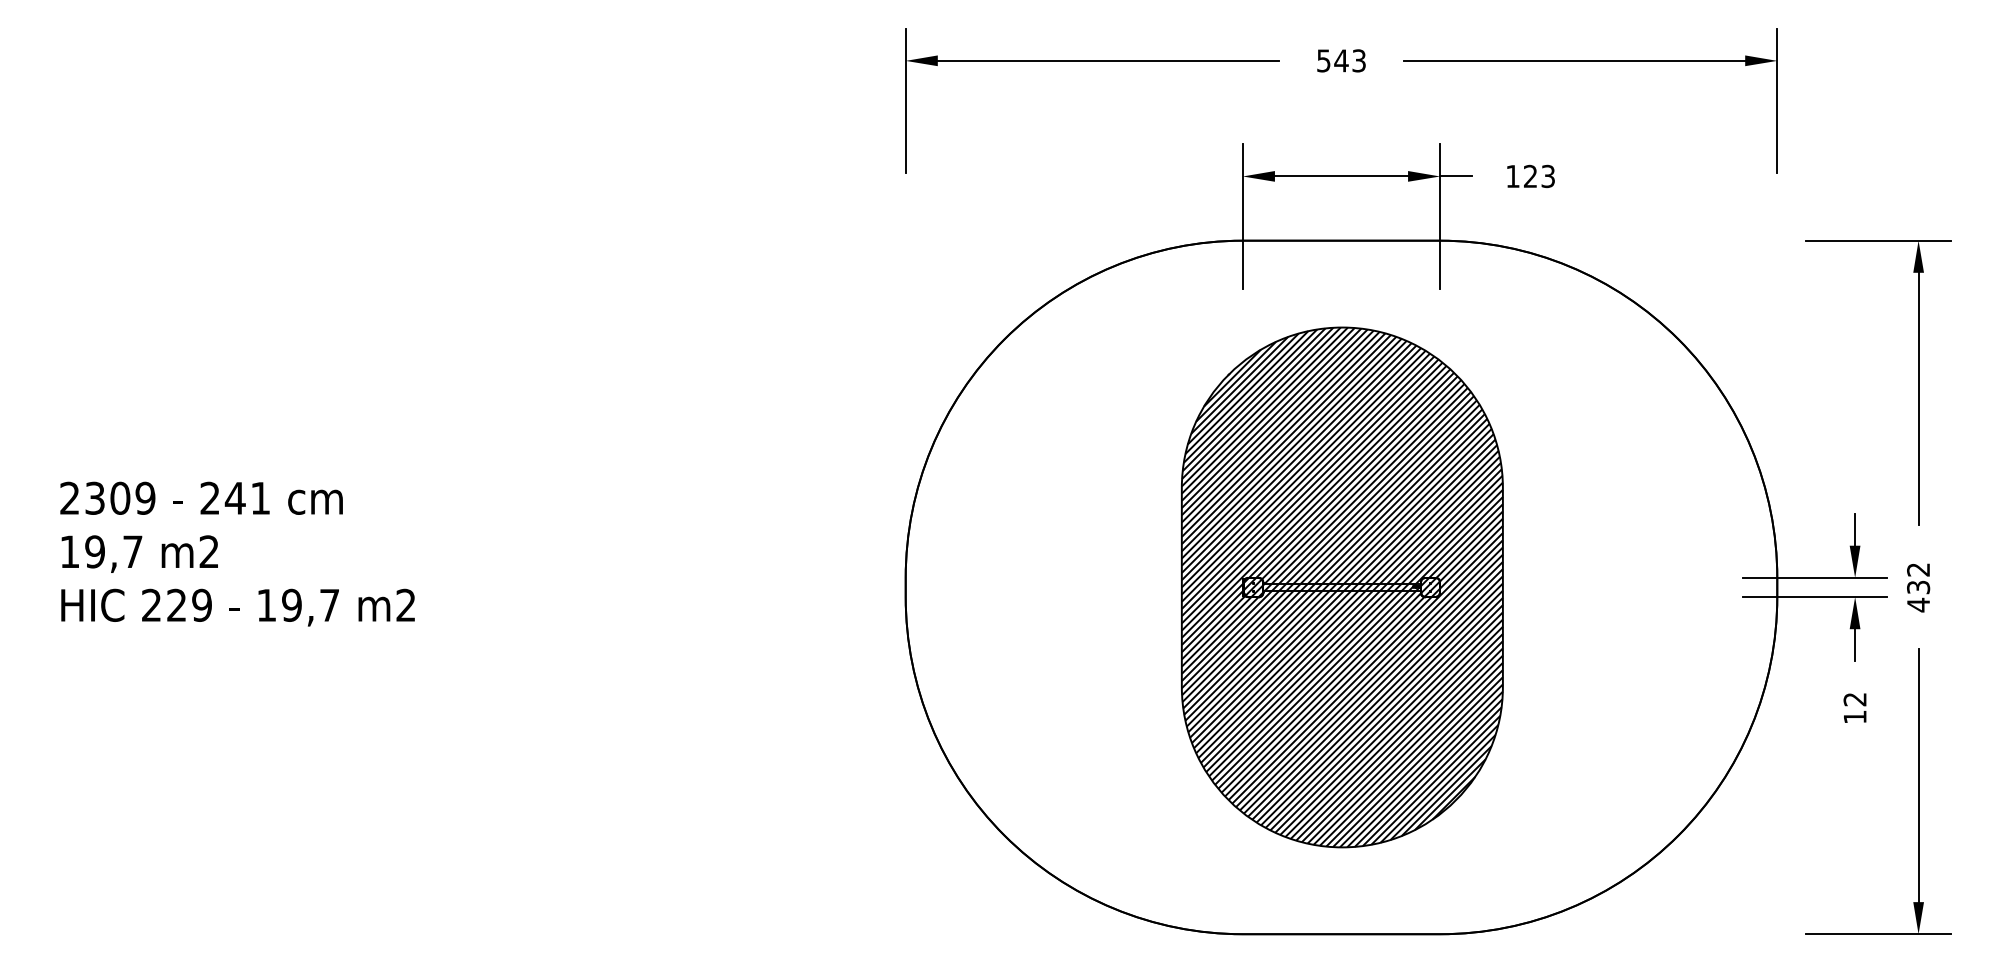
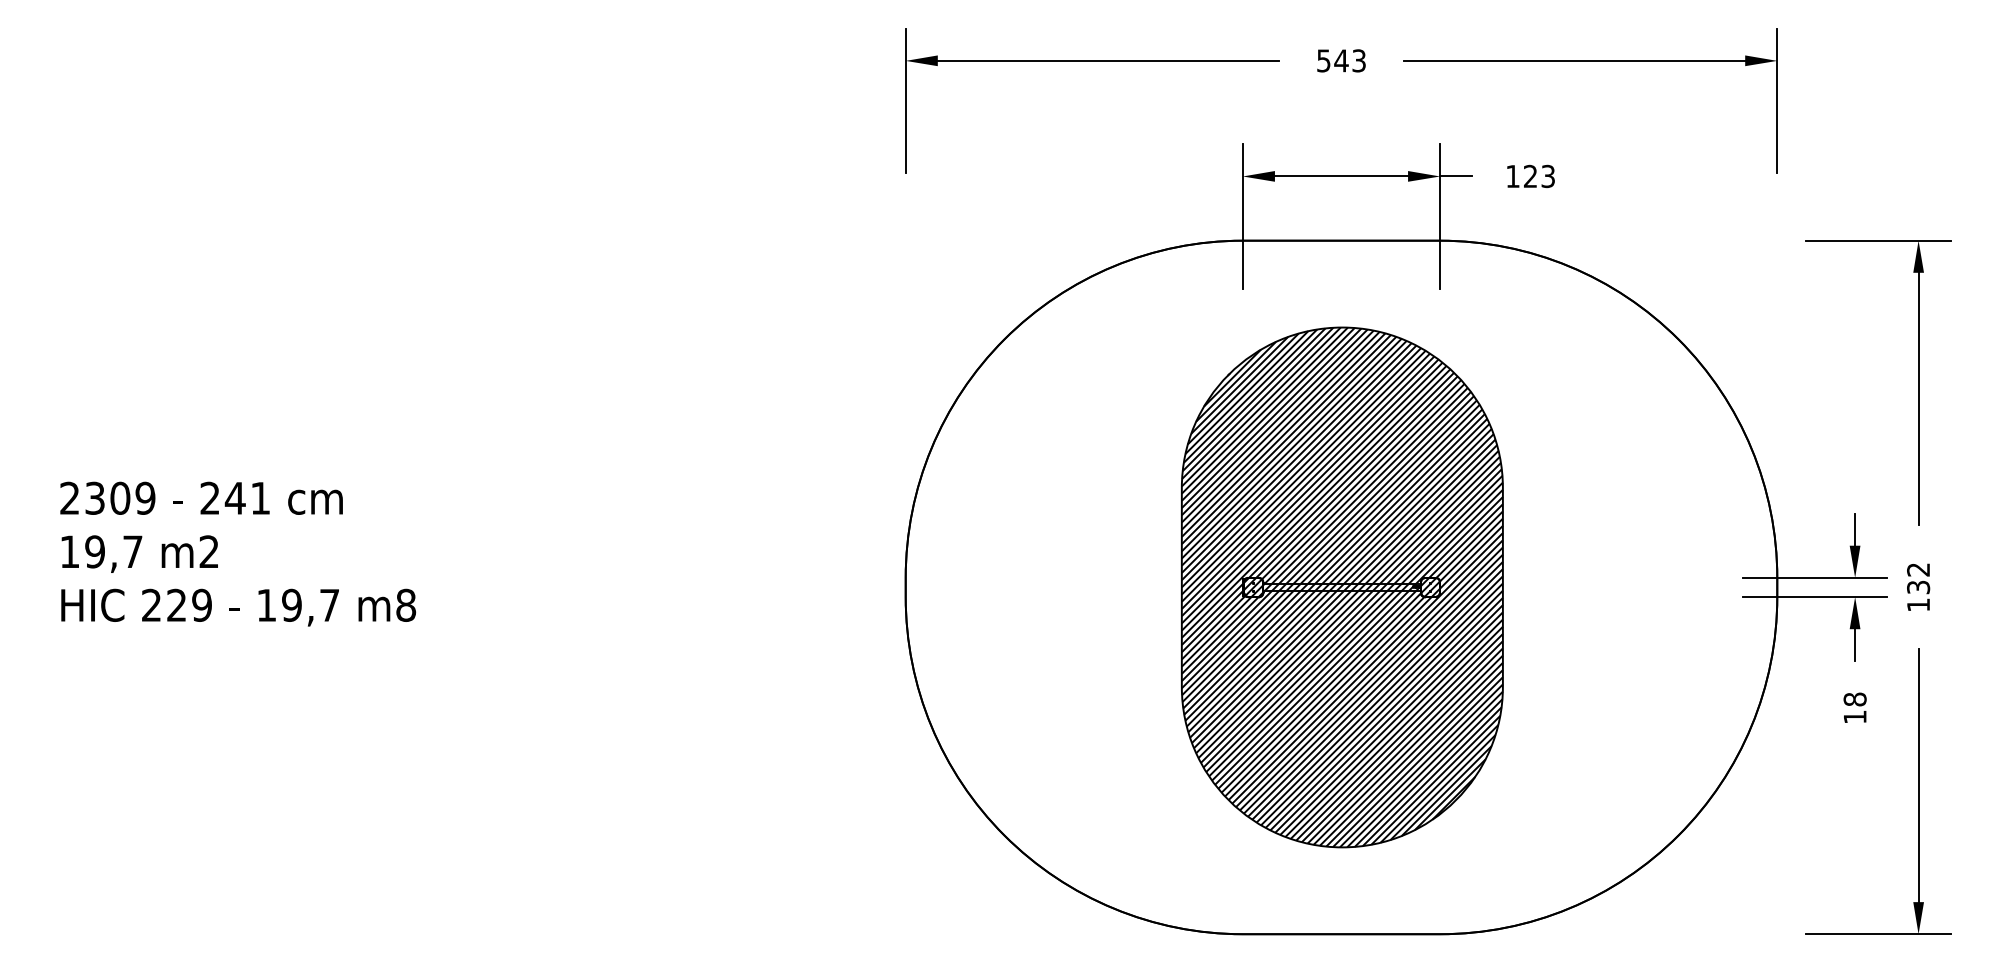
text at (406, 604): m2 -> m8
text at (1918, 604): 432 -> 132
text at (1854, 699): 12 -> 18
